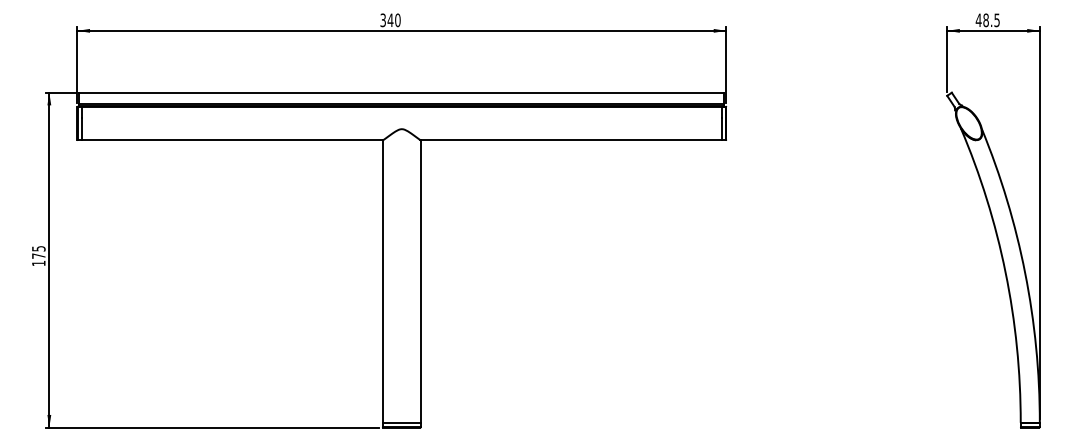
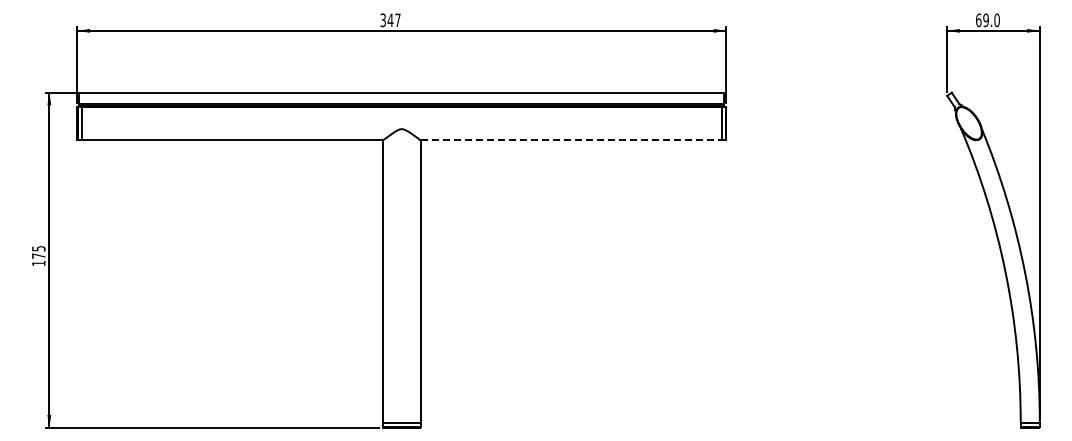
text at (397, 20): 340 -> 347
text at (987, 20): 48.5 -> 69.0
line at (571, 140): solid -> dashed
